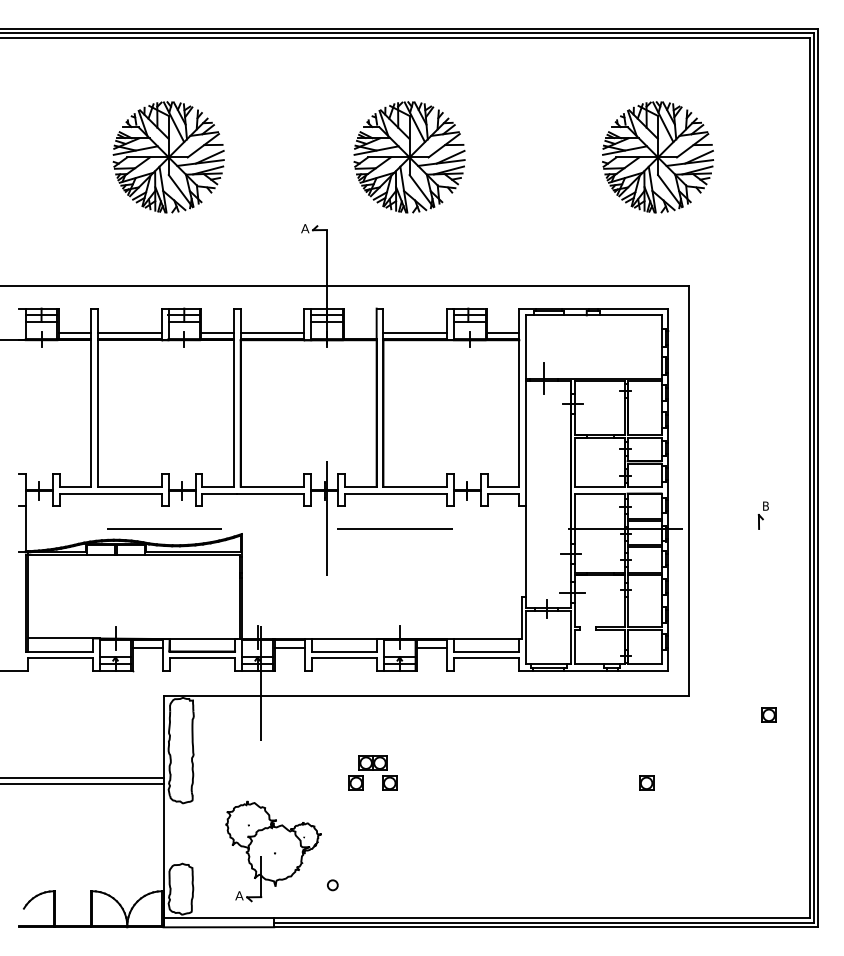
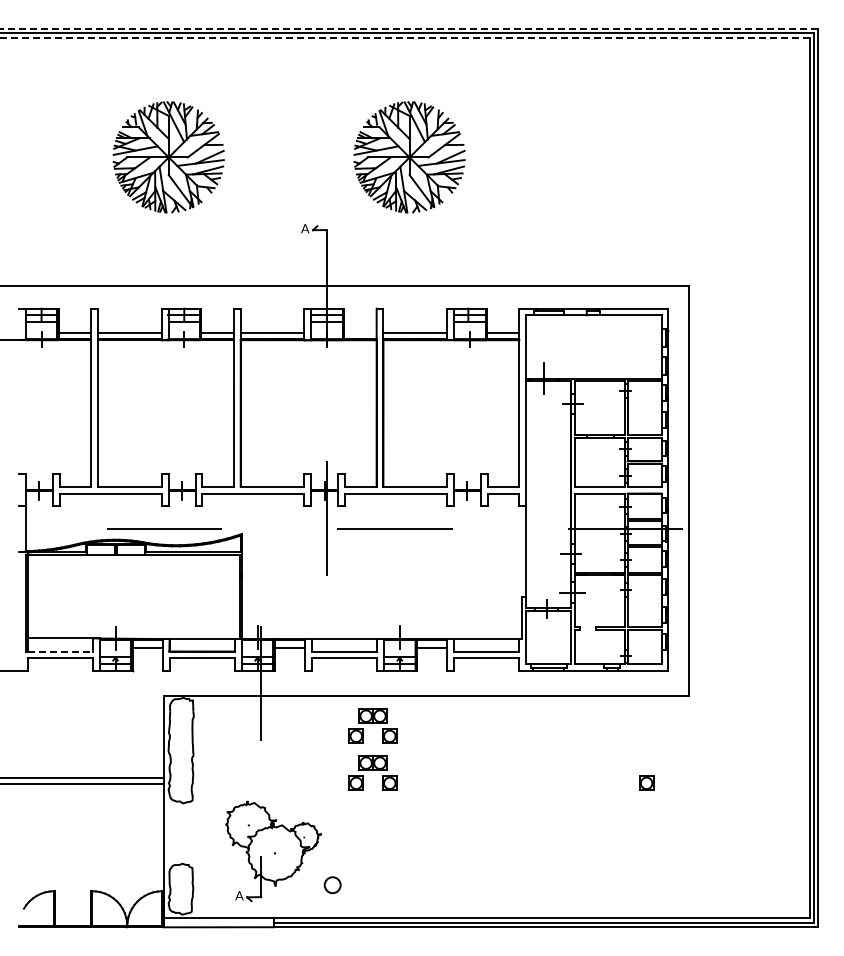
line at (409, 28): solid -> dashed
line at (404, 37): solid -> dashed
part at (658, 157): present -> none
part at (762, 515): present -> none
line at (60, 651): solid -> dashed
part at (768, 714): present -> none
part at (372, 725): none -> present
circle at (332, 885) size: 12x13 px -> 19x19 px
